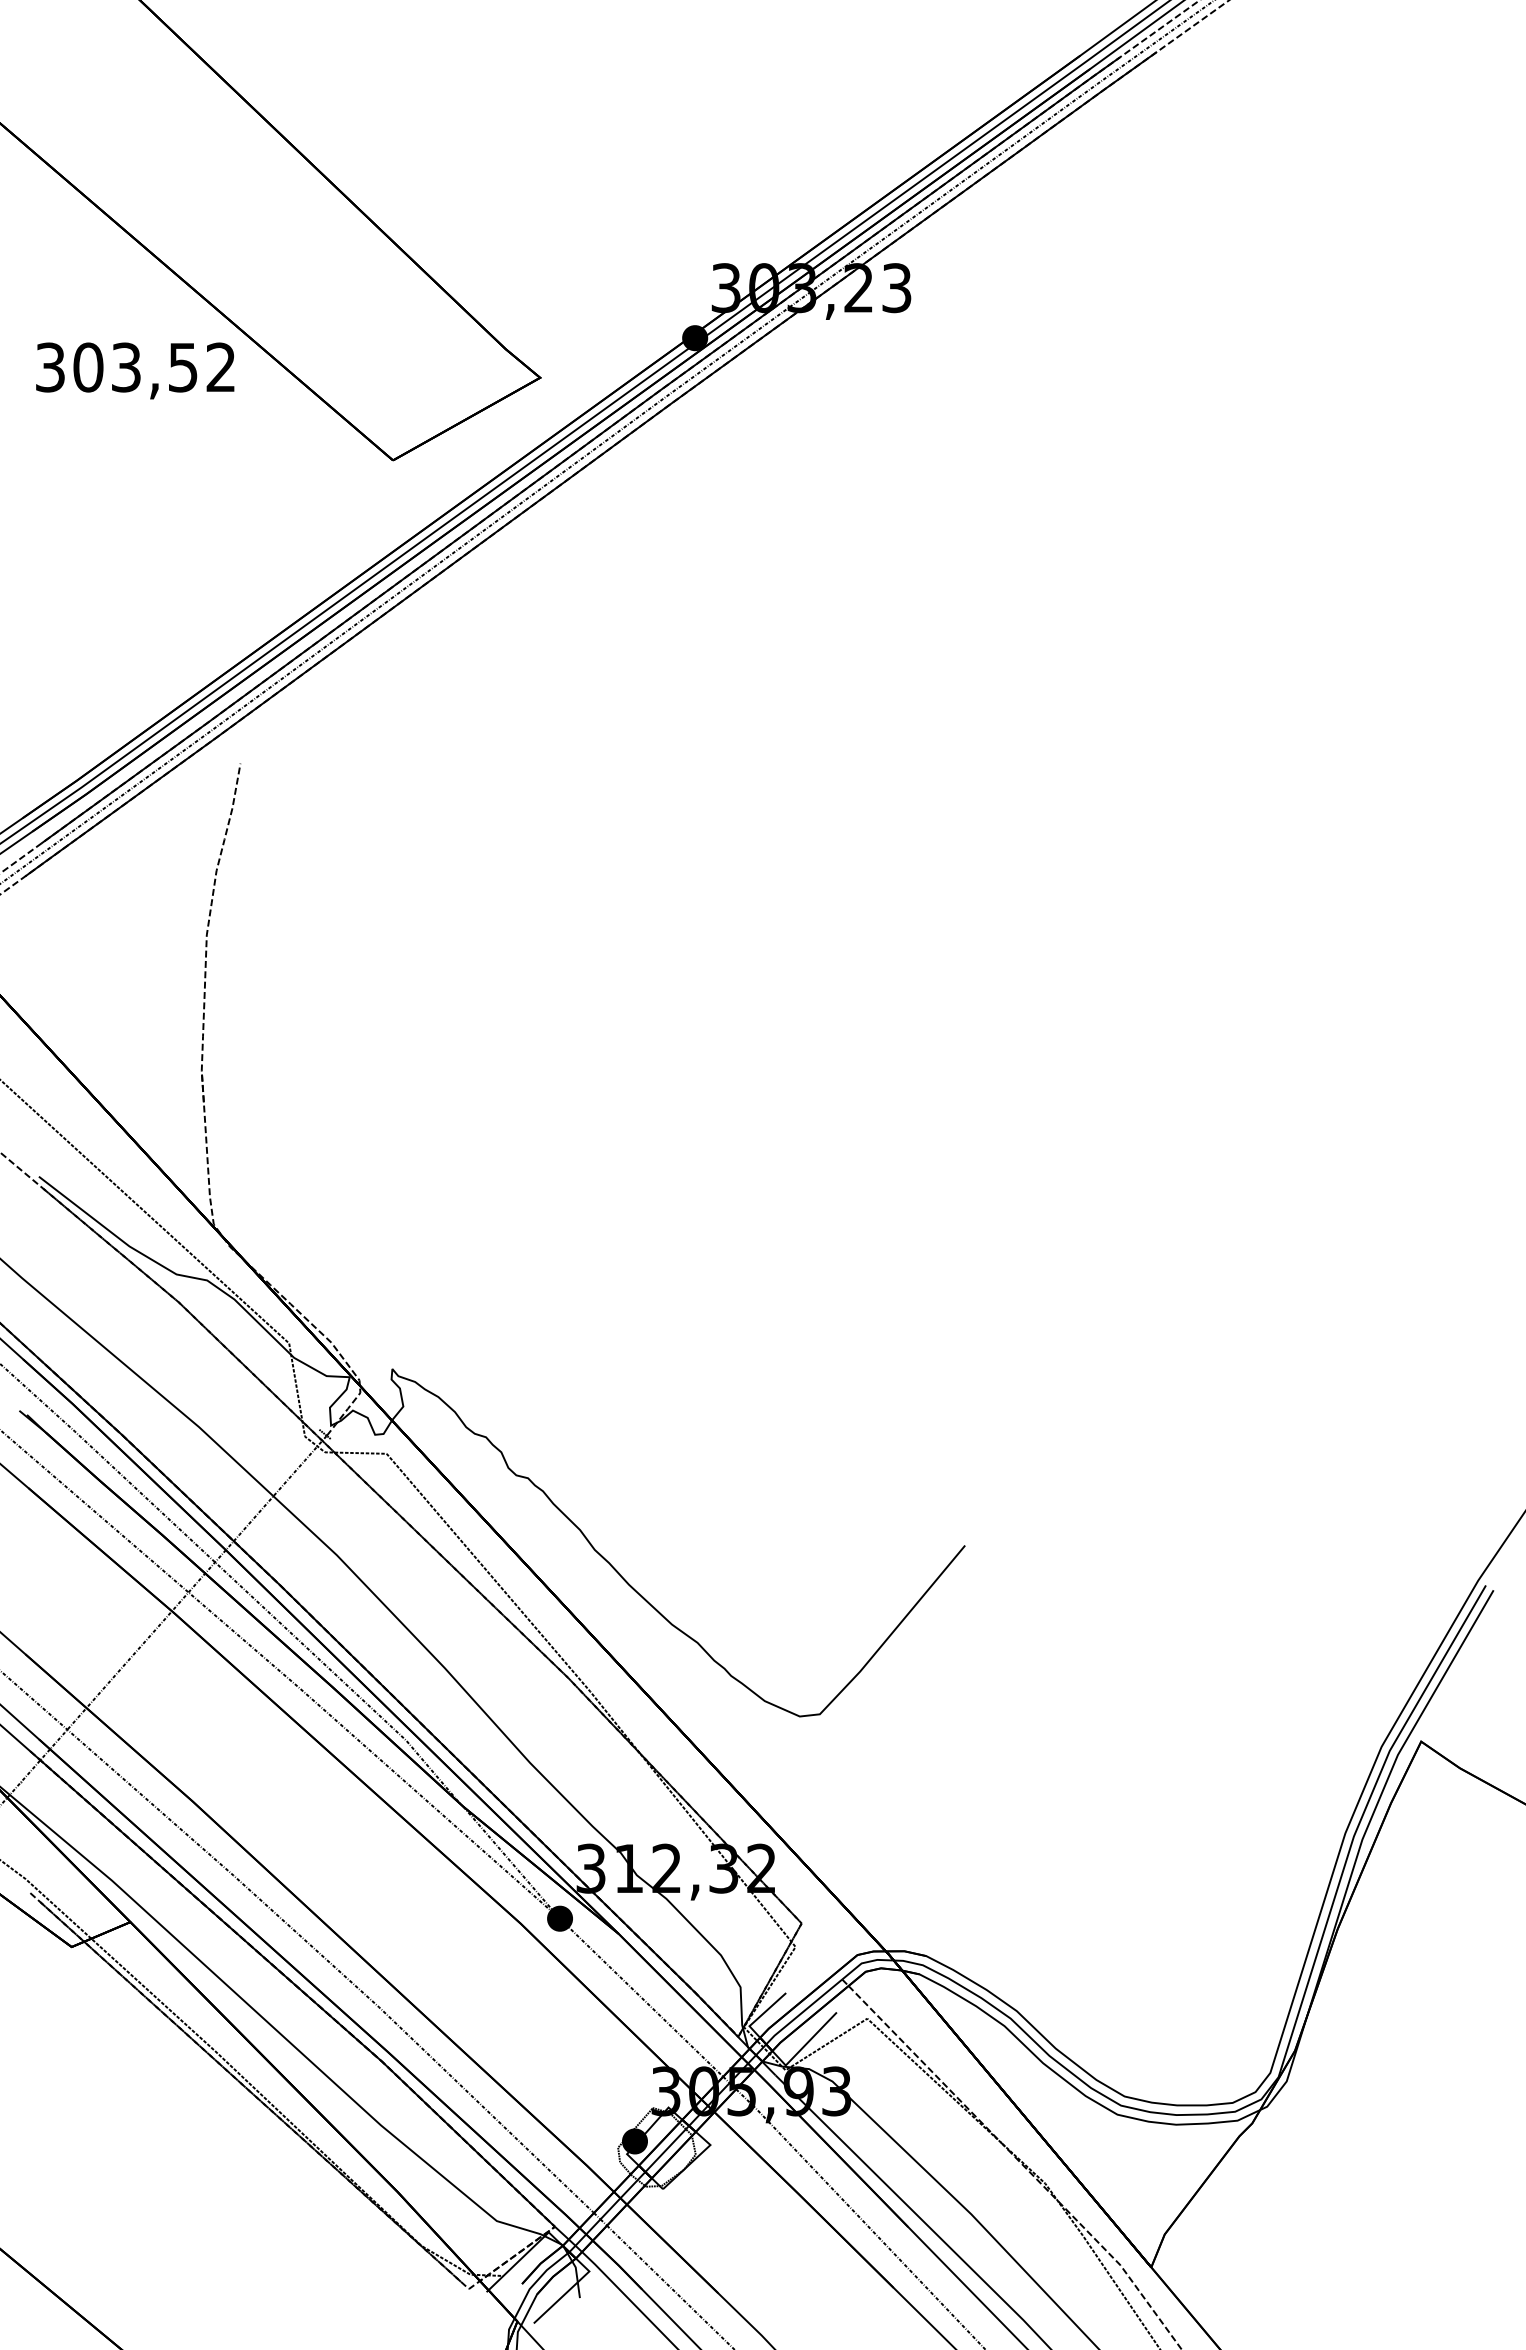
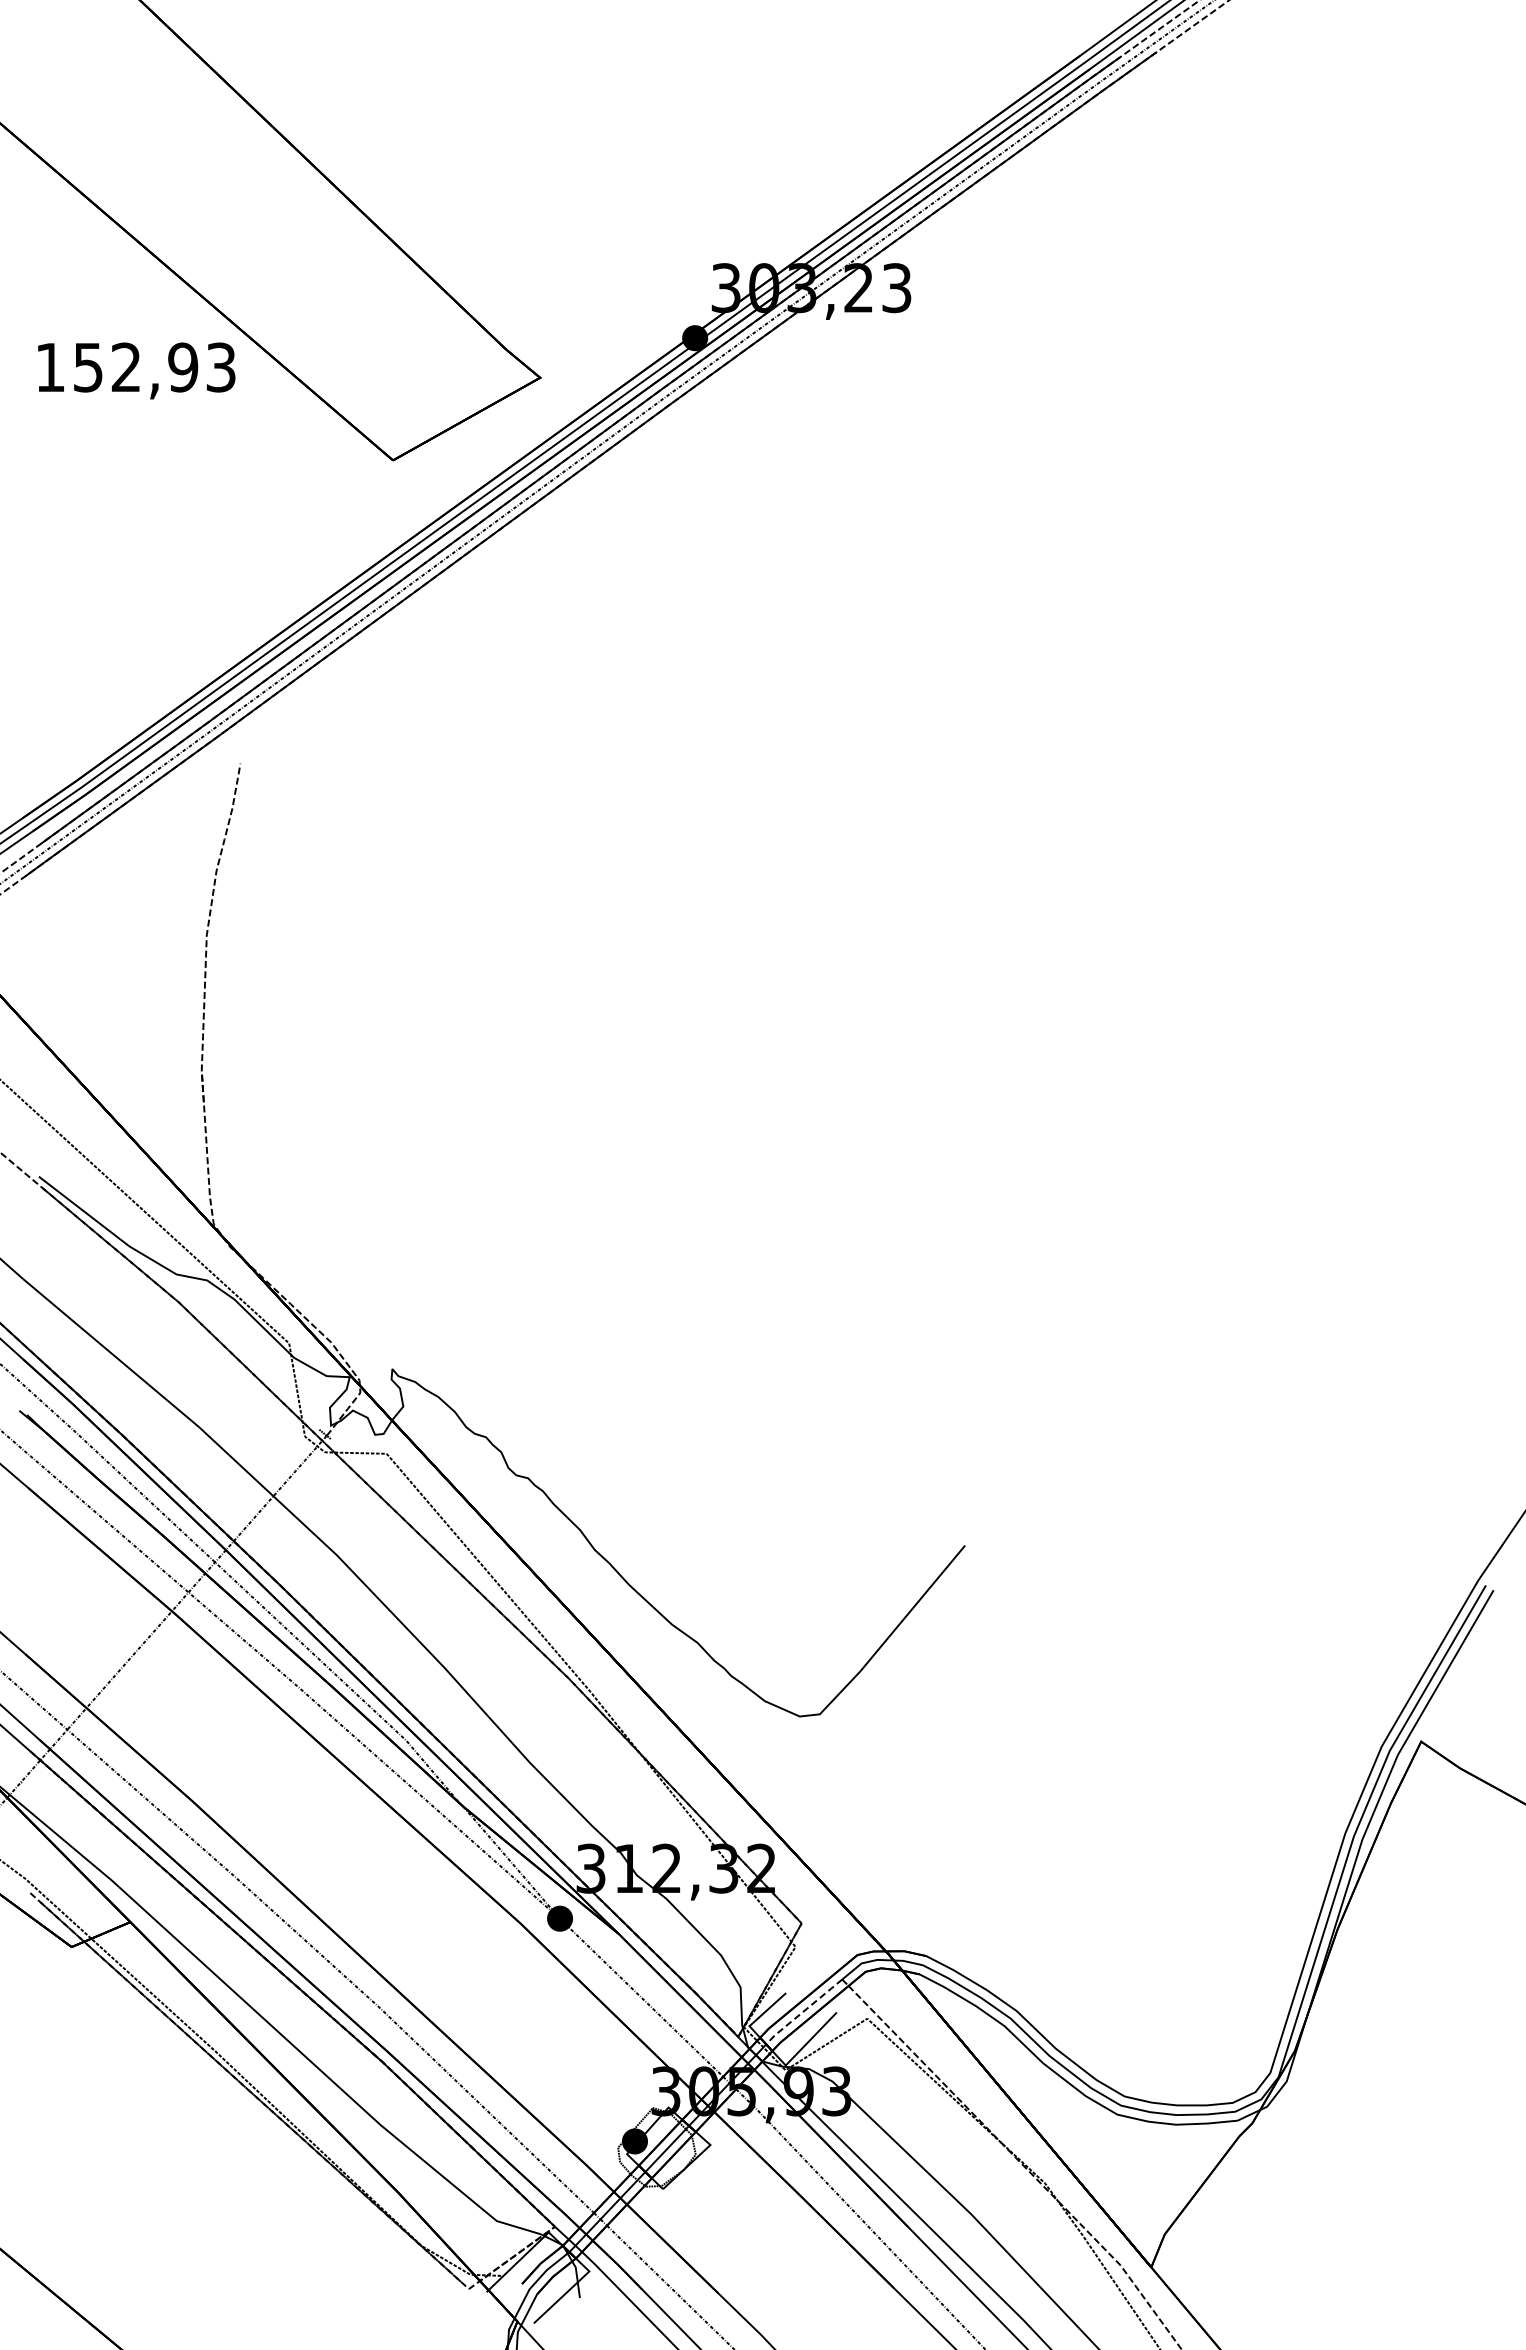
text at (135, 367): 303,52 -> 152,93
line at (803, 2012): solid -> dashed
